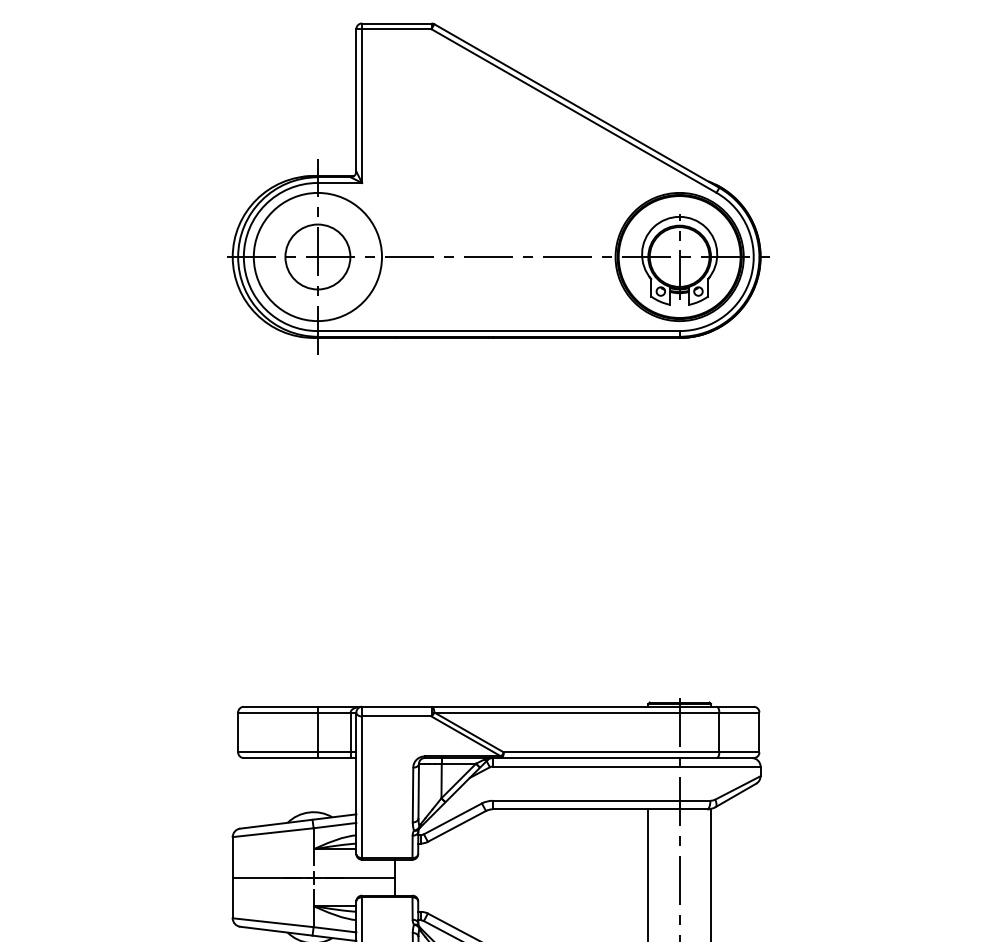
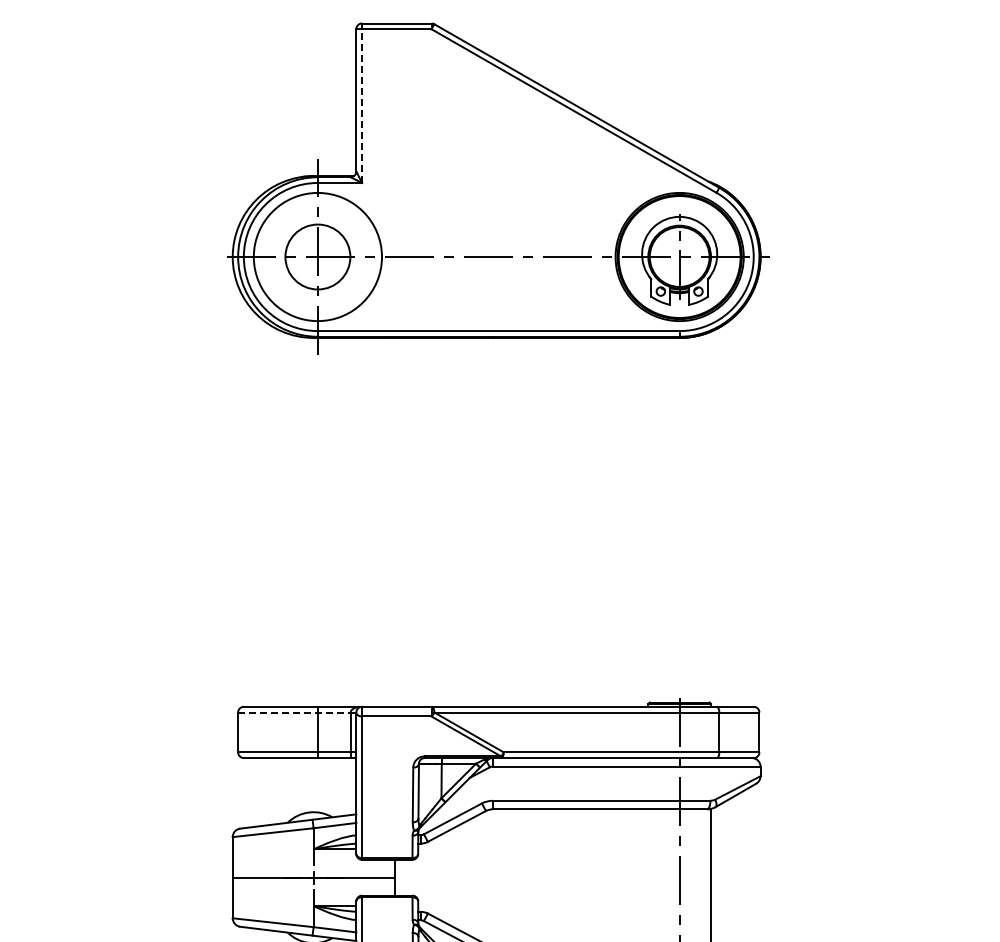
line at (362, 103): solid -> dashed
line at (297, 712): solid -> dashed
line at (648, 873): present -> none
